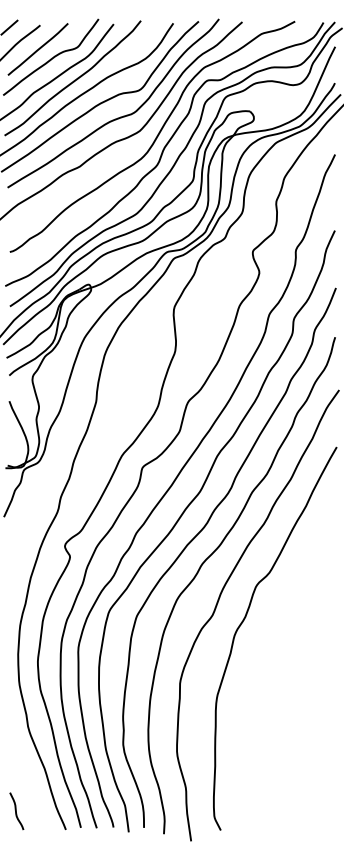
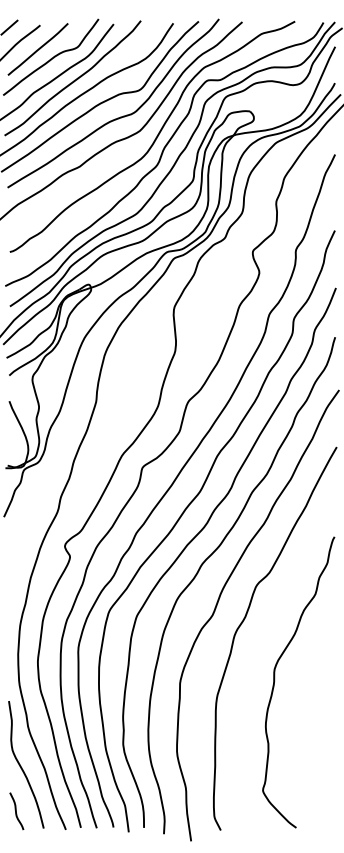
curve at (275, 681): none -> present
curve at (22, 767): none -> present
